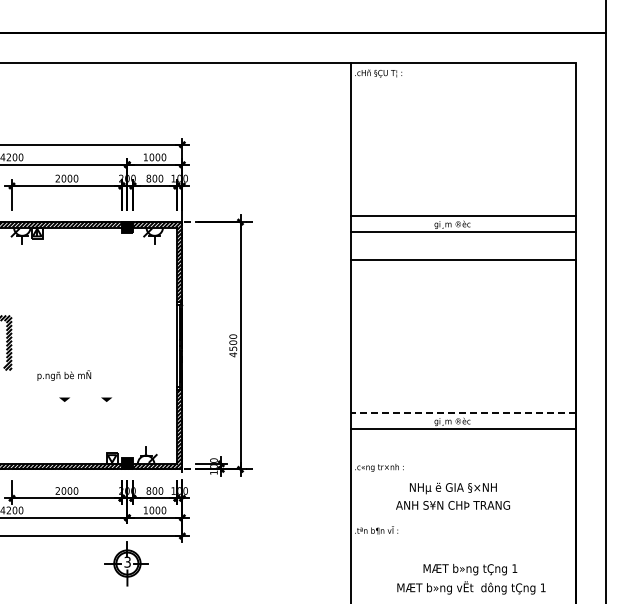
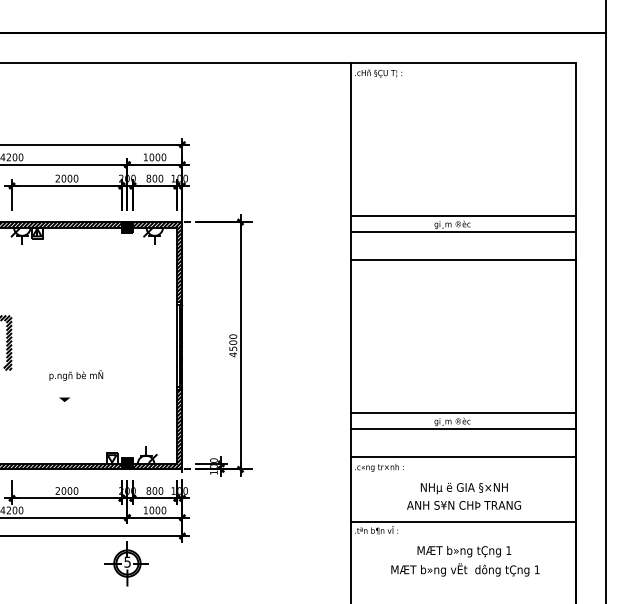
text at (64, 375) position: (64, 375) -> (76, 375)
line at (106, 399): present -> none
line at (463, 413): dashed -> solid
line at (463, 457): none -> present
text at (452, 495) position: (452, 495) -> (463, 495)
line at (463, 521): none -> present
text at (127, 561): 3 -> 5
text at (471, 579) position: (471, 579) -> (465, 561)
